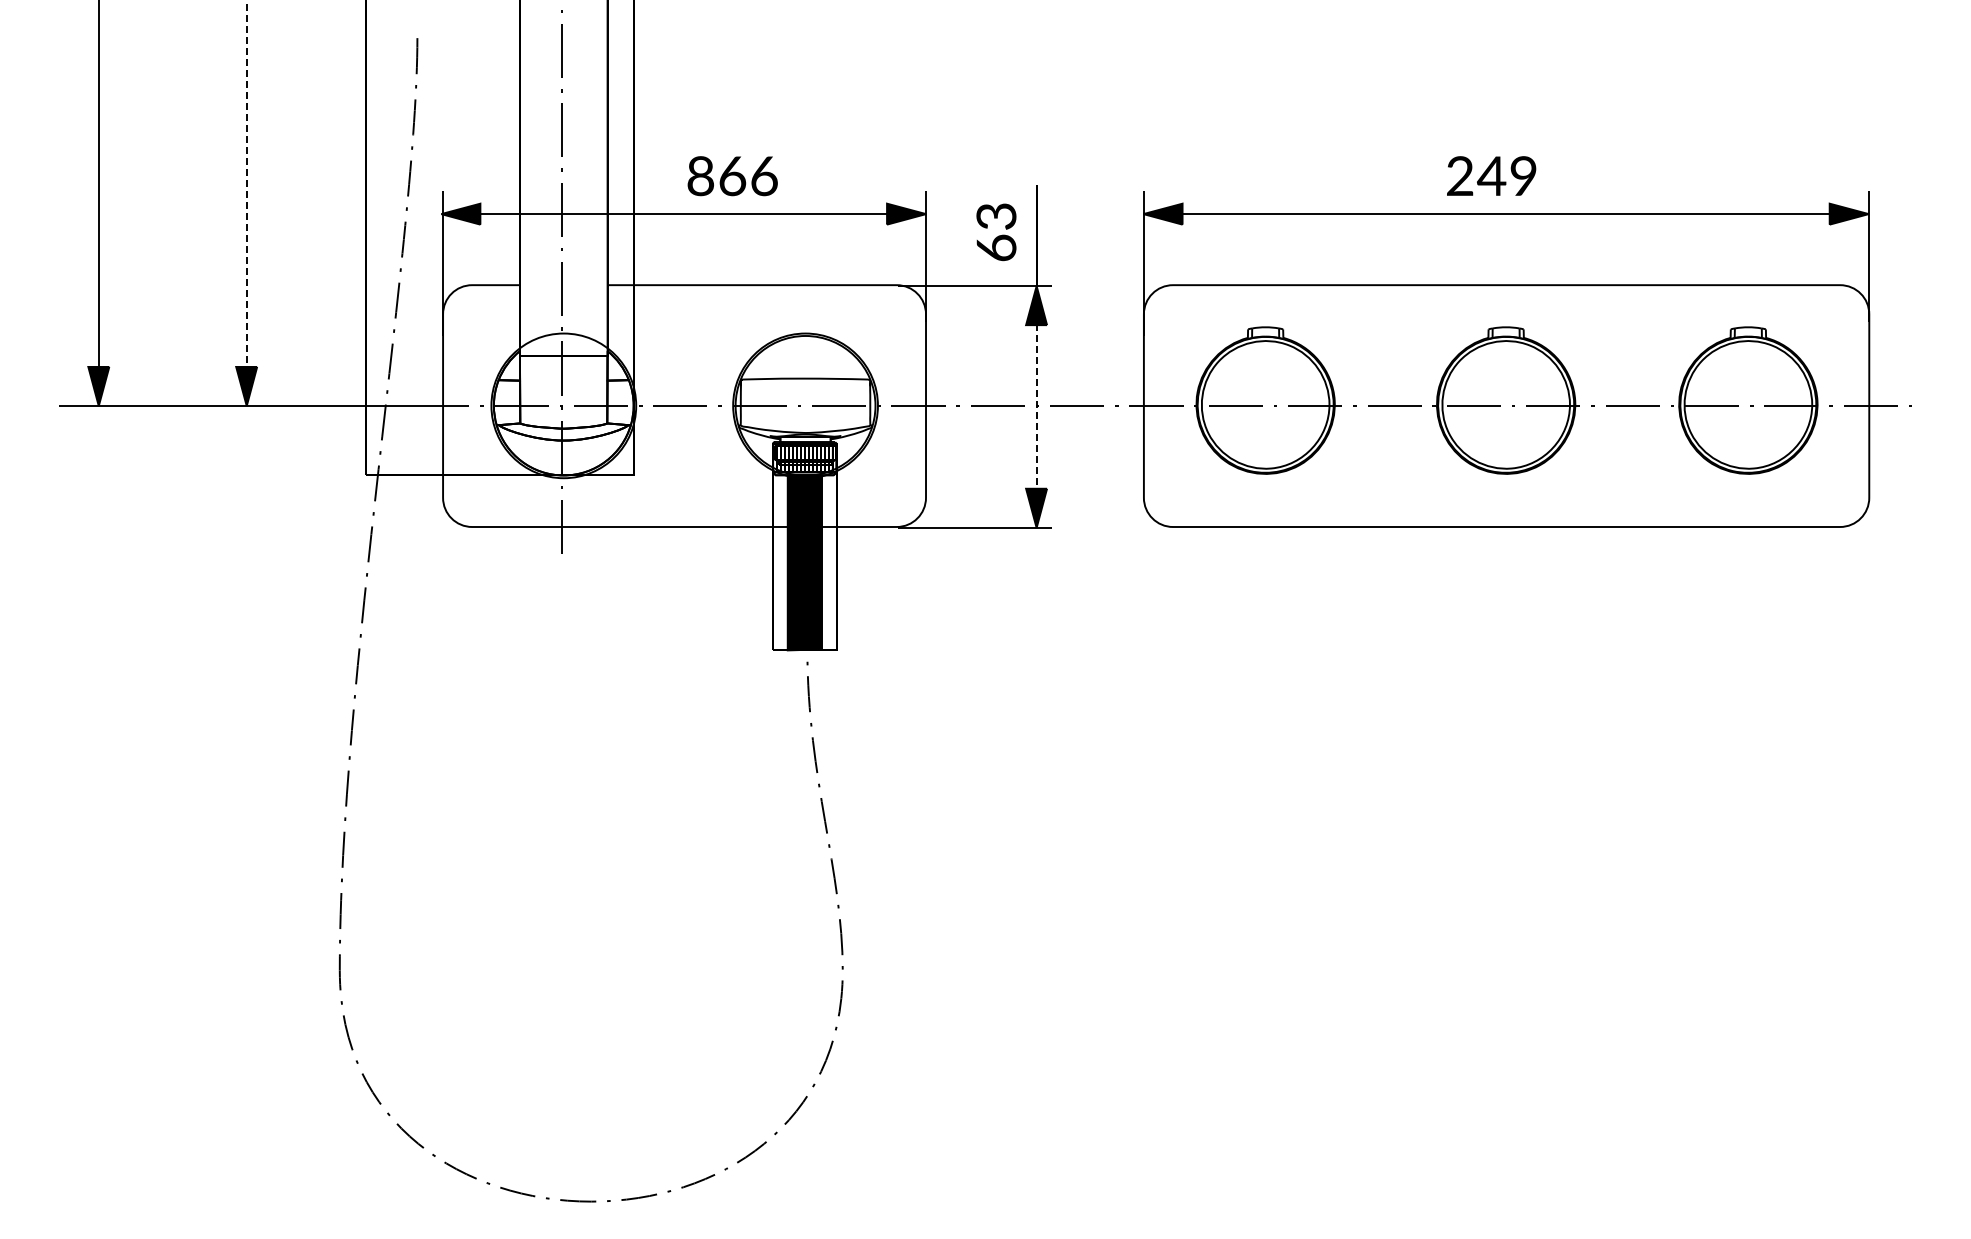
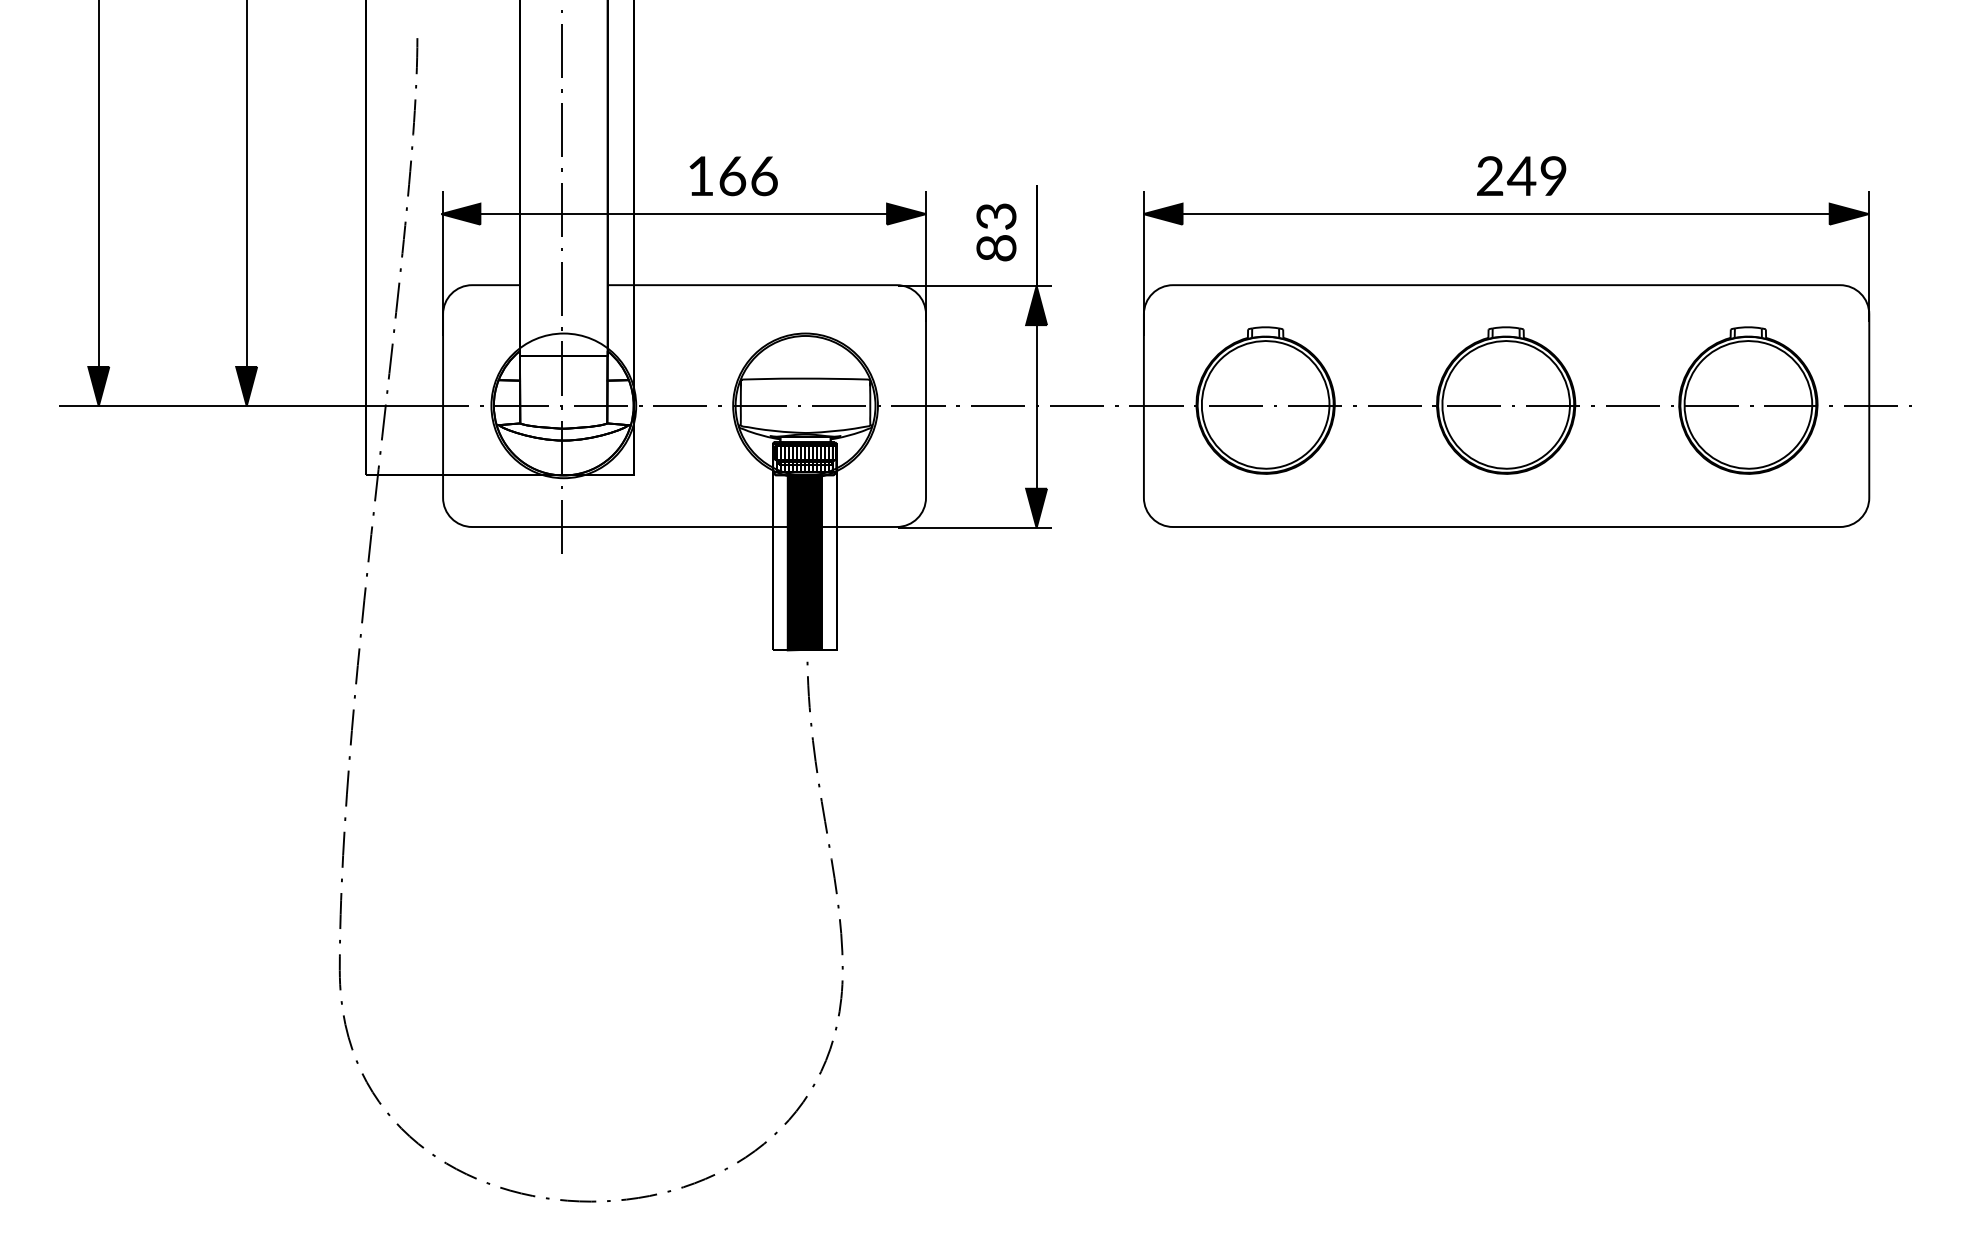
text at (1491, 175) position: (1491, 175) -> (1521, 175)
text at (700, 176): 866 -> 166
line at (246, 186): dashed -> solid
text at (995, 247): 63 -> 83
line at (1036, 407): dashed -> solid
